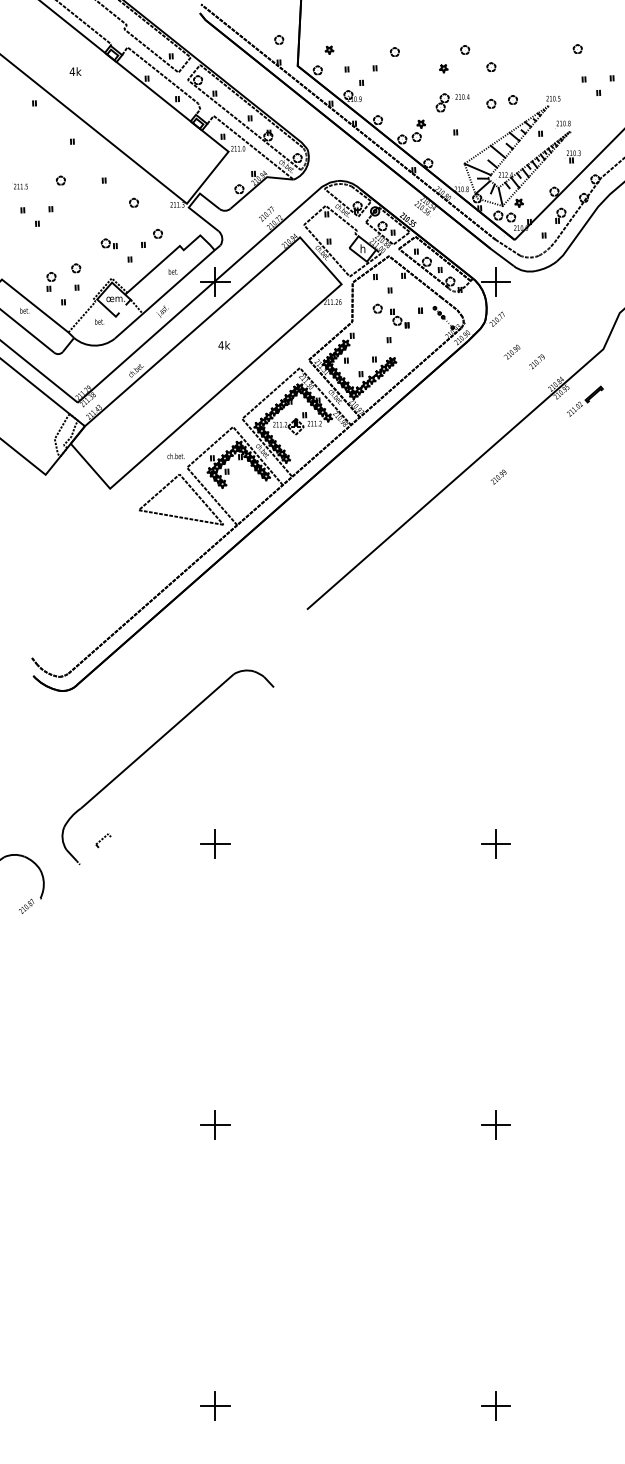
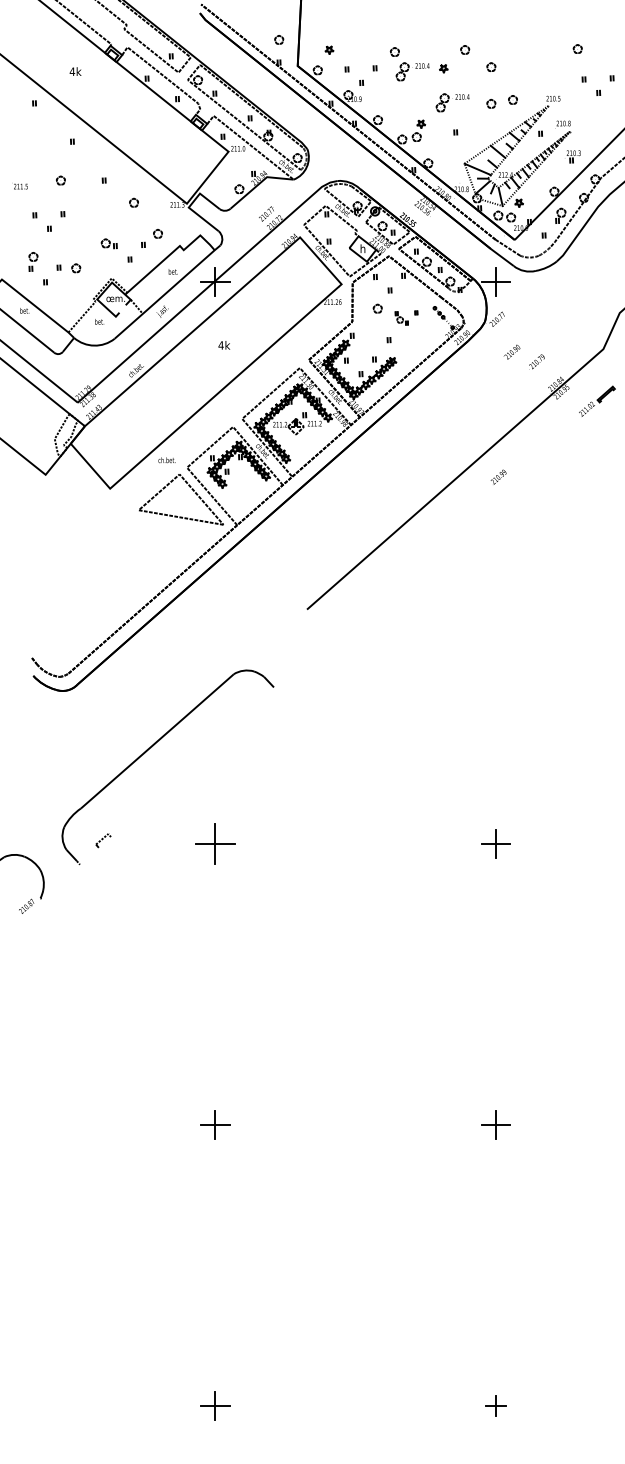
part at (412, 71): none -> present
part at (36, 216) position: (36, 216) -> (48, 221)
part at (55, 280) position: (55, 280) -> (37, 260)
part at (406, 317) size: 33x22 px -> 25x16 px
part at (585, 400) position: (585, 400) -> (597, 400)
text at (175, 456) position: (175, 456) -> (166, 460)
part at (215, 843) size: 31x30 px -> 41x42 px
part at (495, 1405) size: 30x30 px -> 22x22 px
